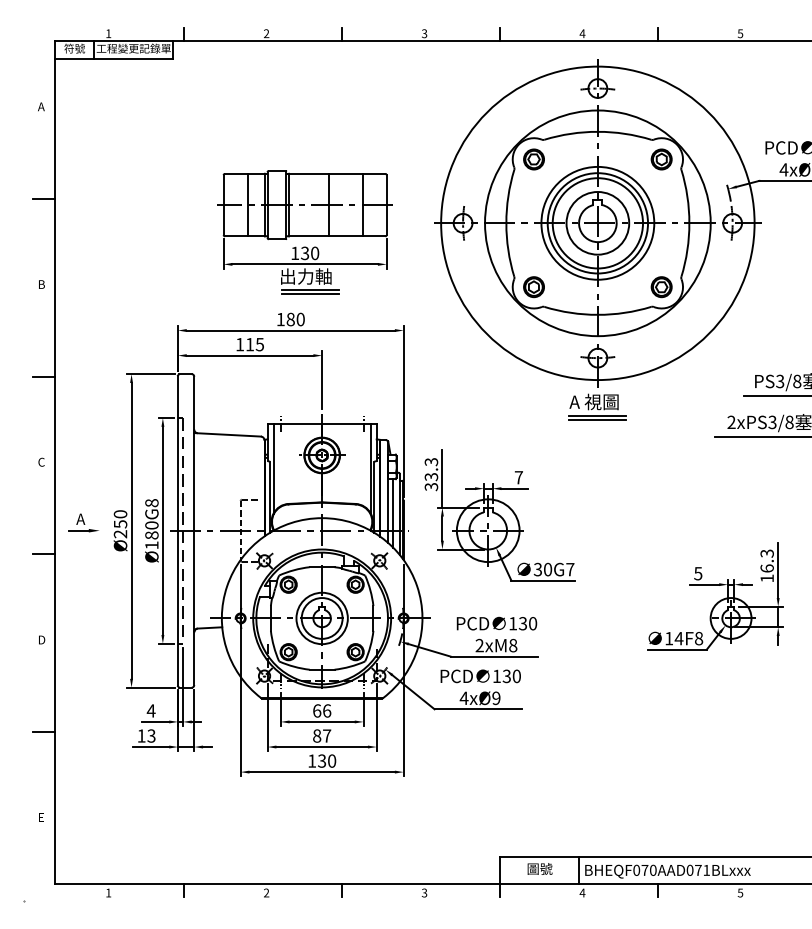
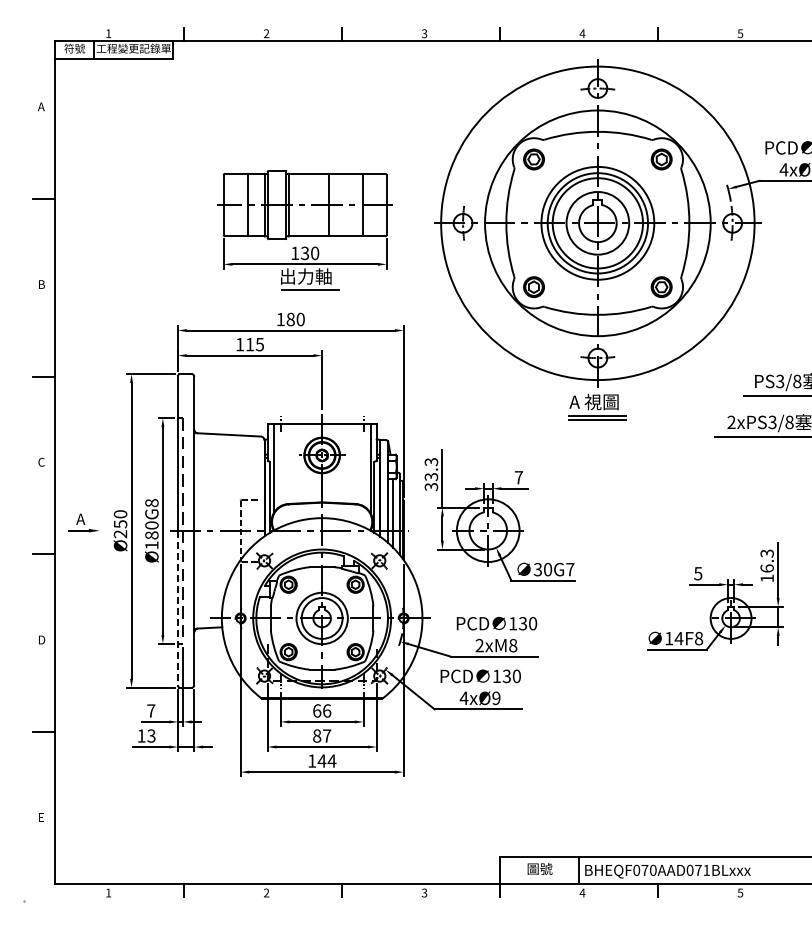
line at (310, 294): present -> none
line at (177, 608): solid -> dashed
text at (150, 710): 4 -> 7
text at (326, 760): 130 -> 144
